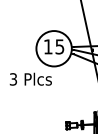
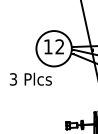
text at (59, 46): 15 -> 12
